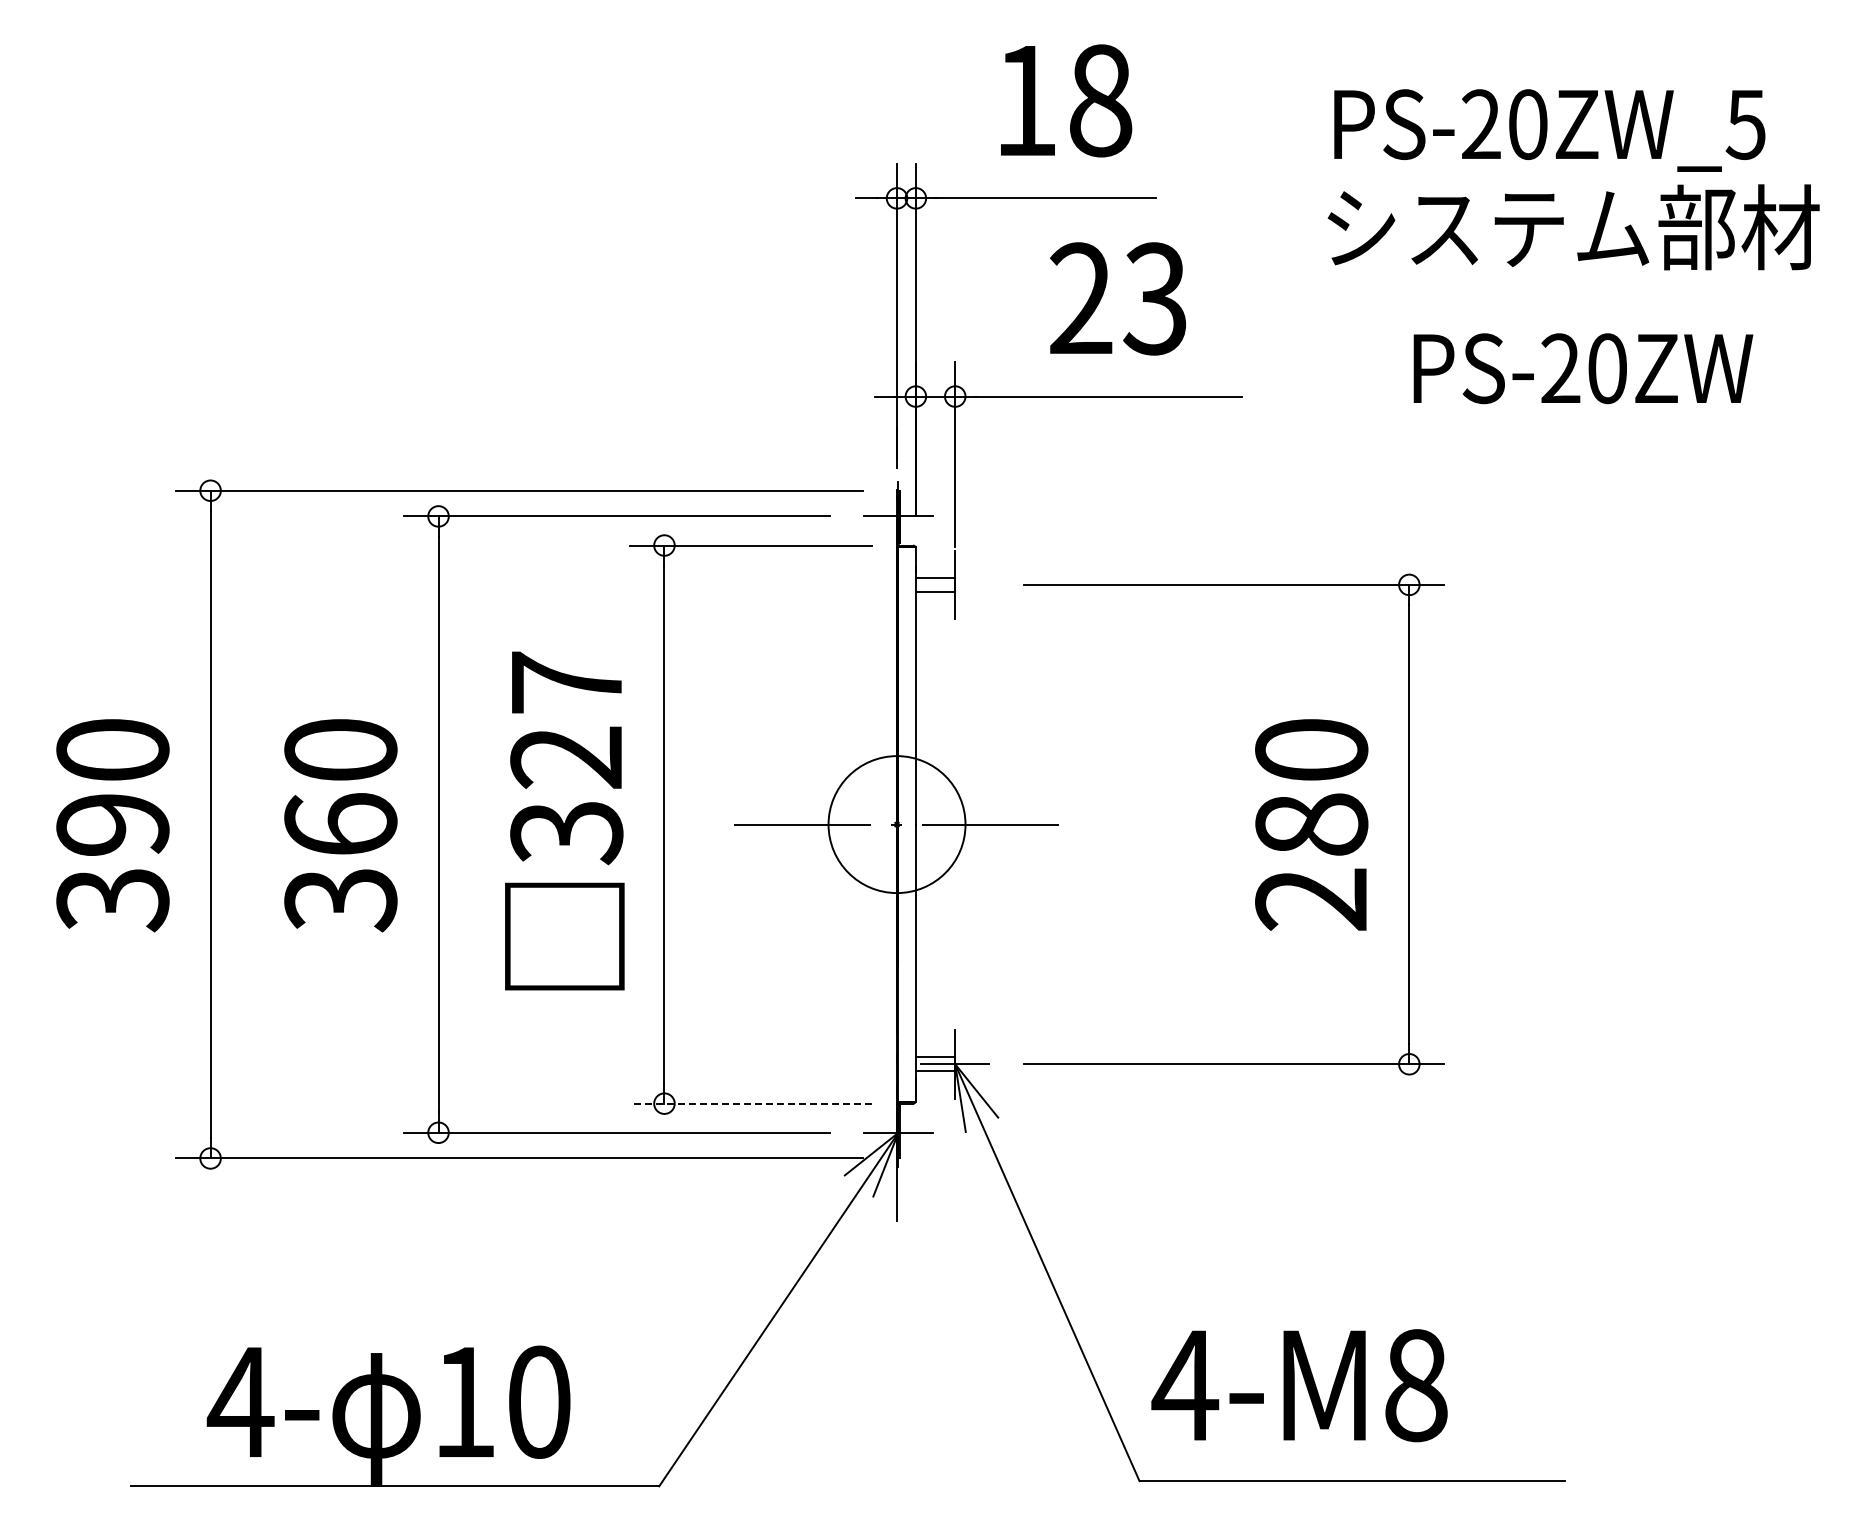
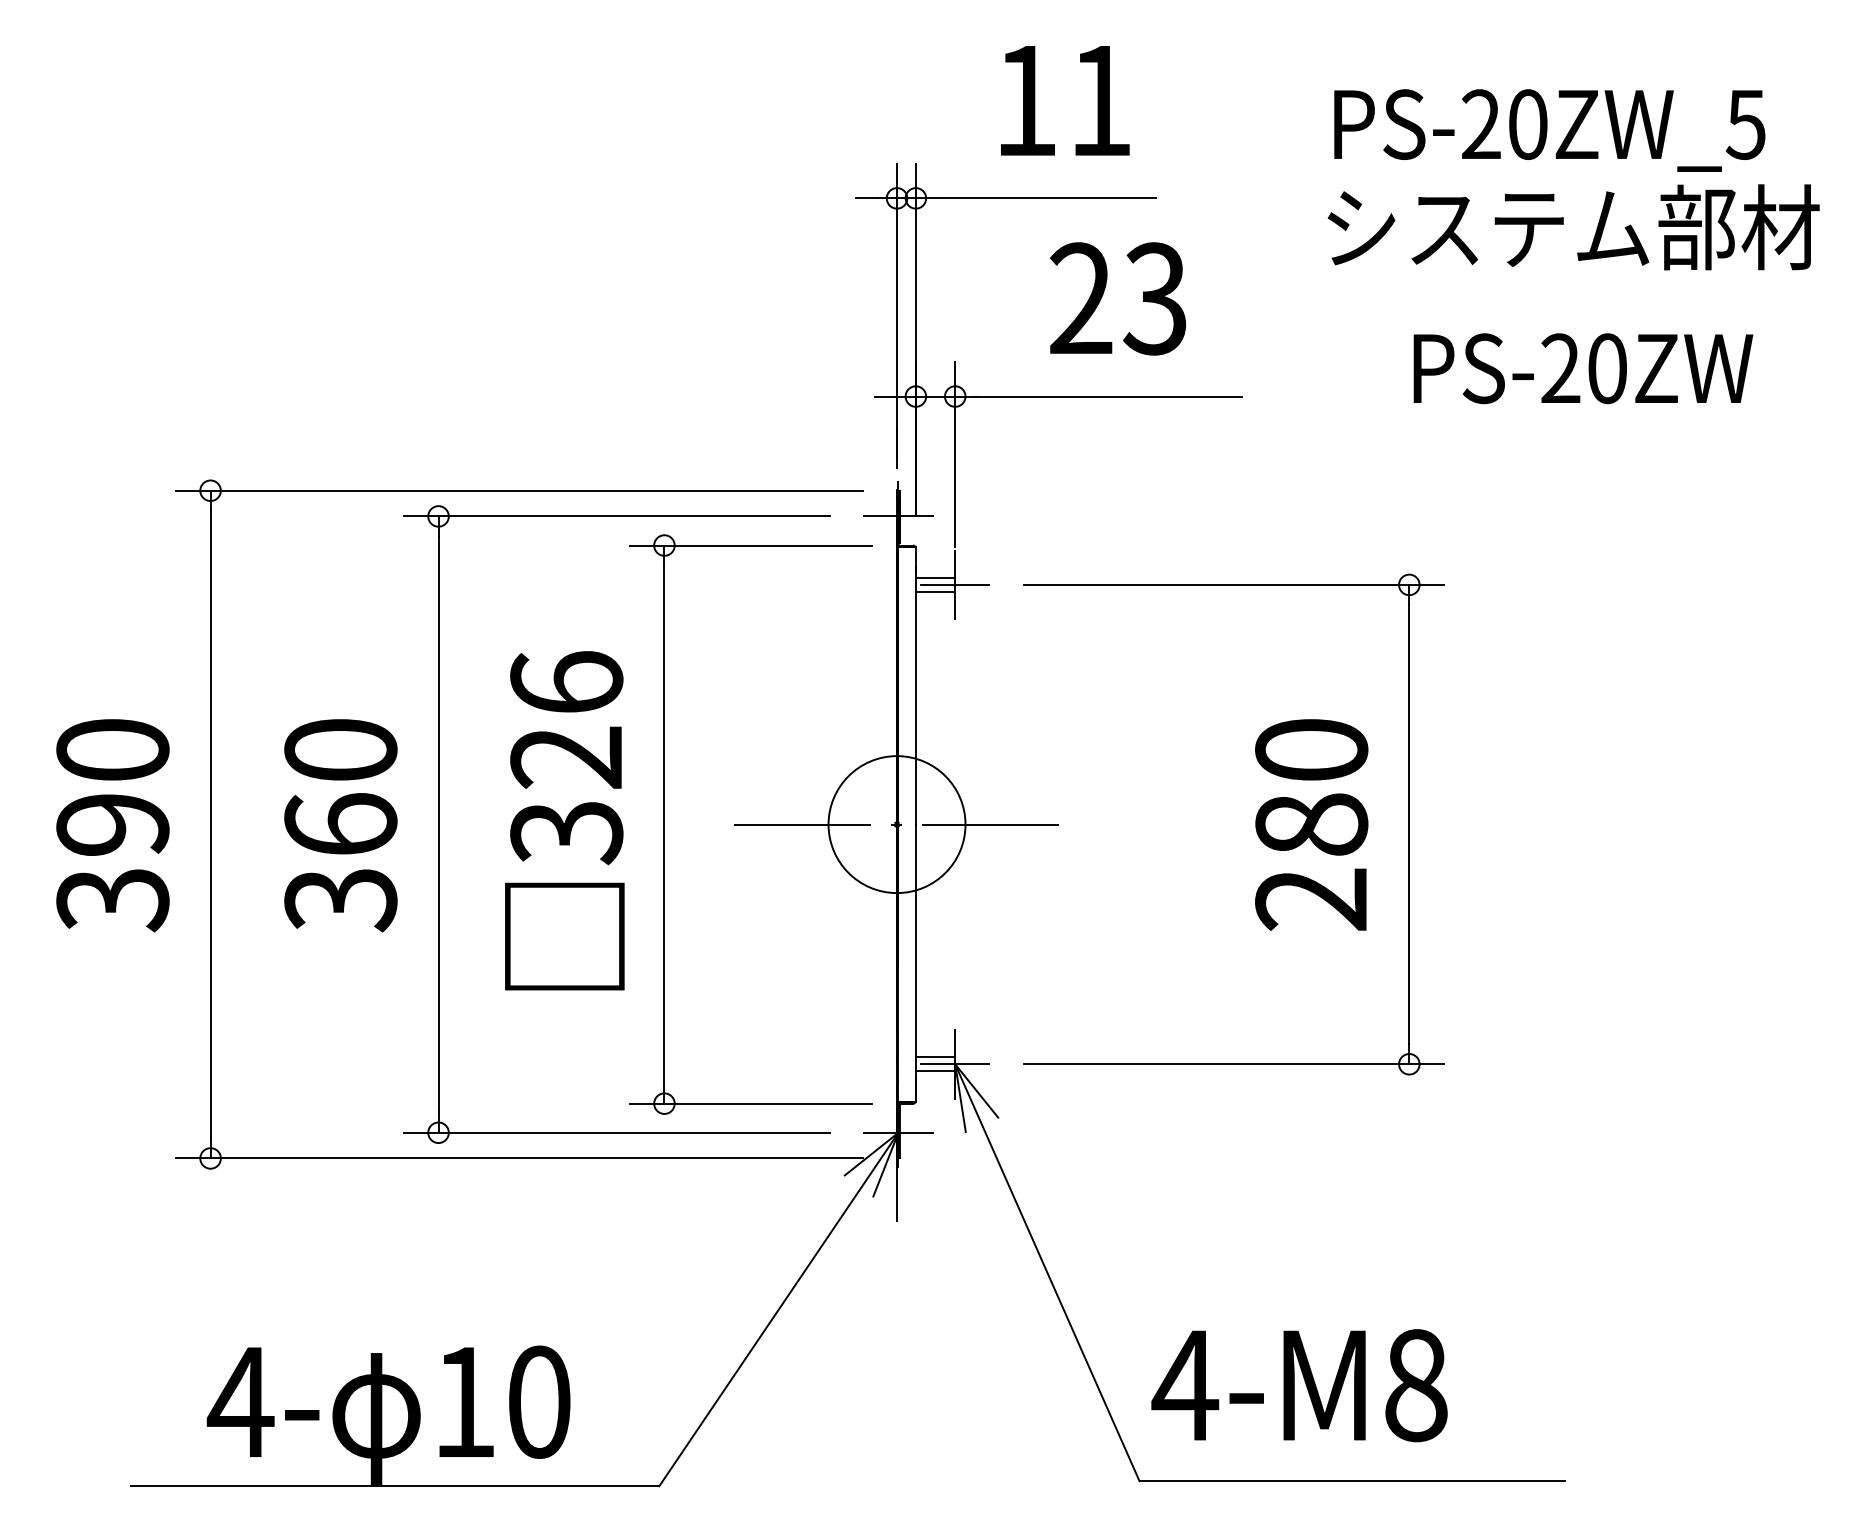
text at (1101, 100): 18 -> 11
line at (955, 584): none -> present
text at (566, 682): 327 -> 326
line at (751, 1103): dashed -> solid
